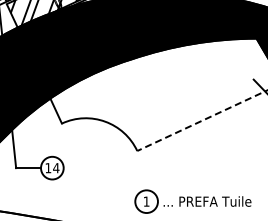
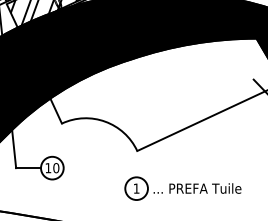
line at (202, 120): dashed -> solid
text at (56, 168): 14 -> 10
part at (192, 201) position: (192, 201) -> (182, 188)
